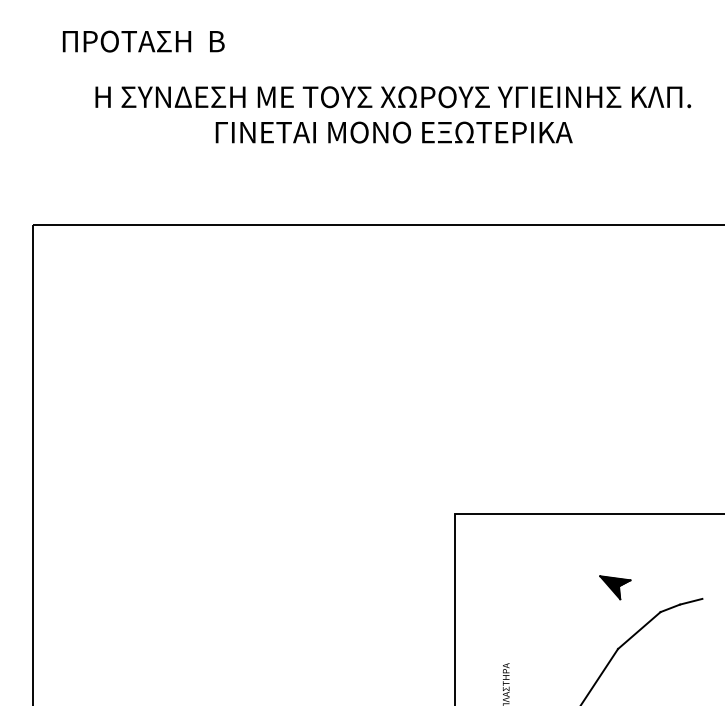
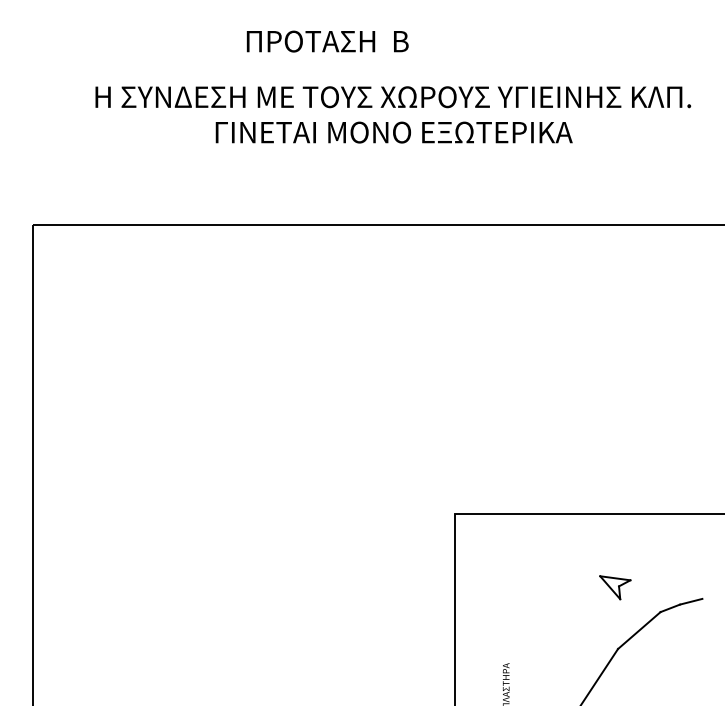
text at (143, 41) position: (143, 41) -> (327, 41)
hatch at (615, 587): present -> none
